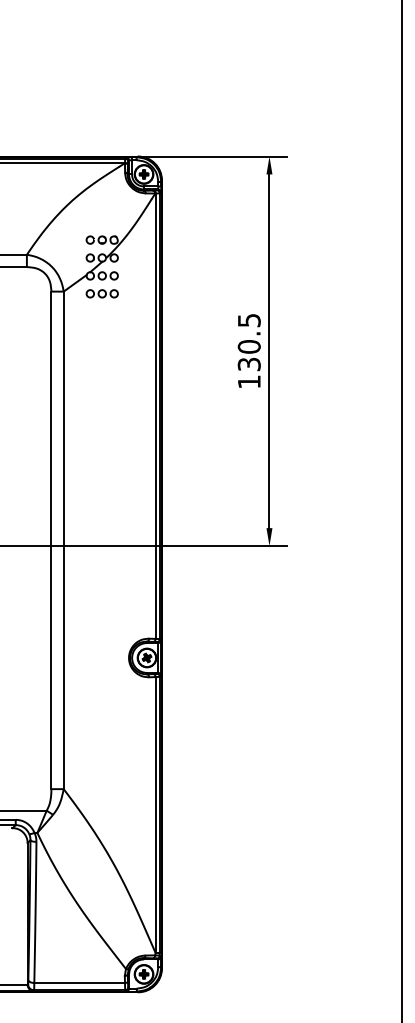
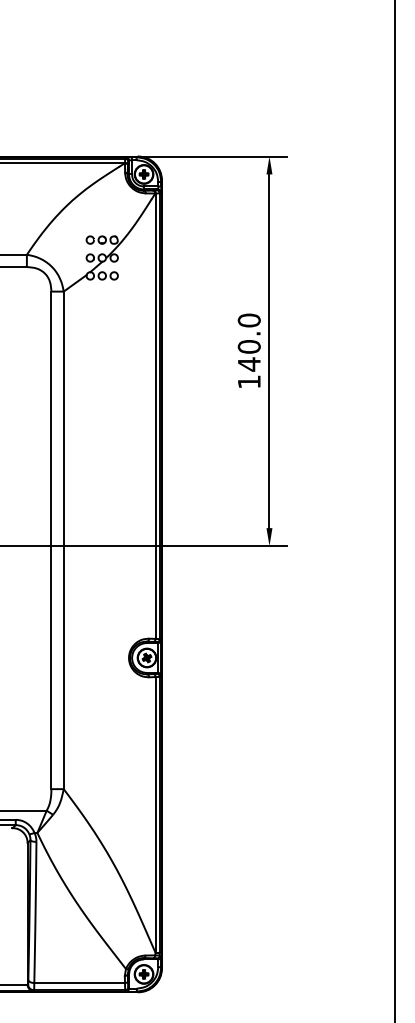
part at (101, 293): present -> none
text at (248, 342): 130.5 -> 140.0
line at (402, 510) position: (402, 510) -> (395, 510)
